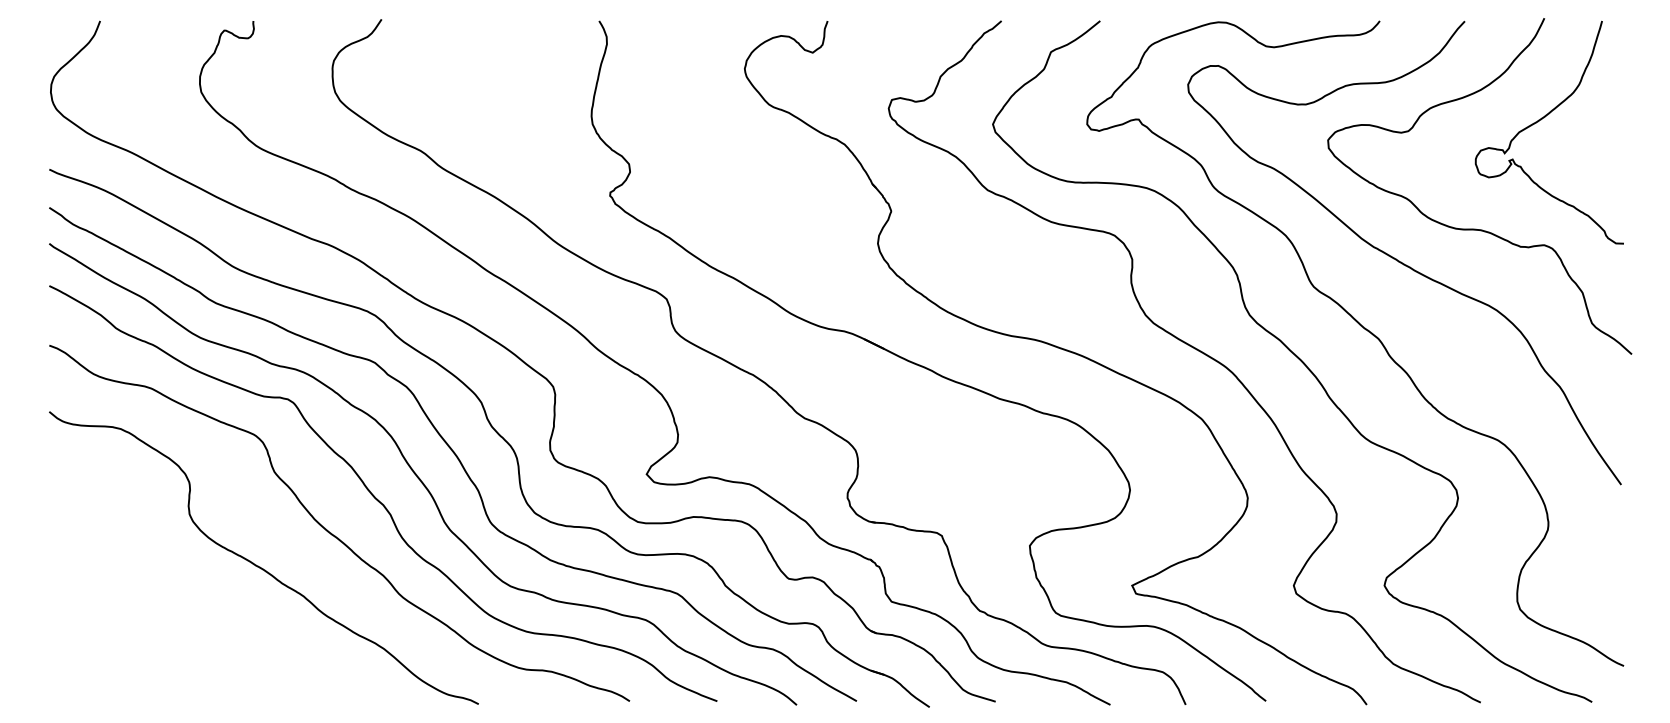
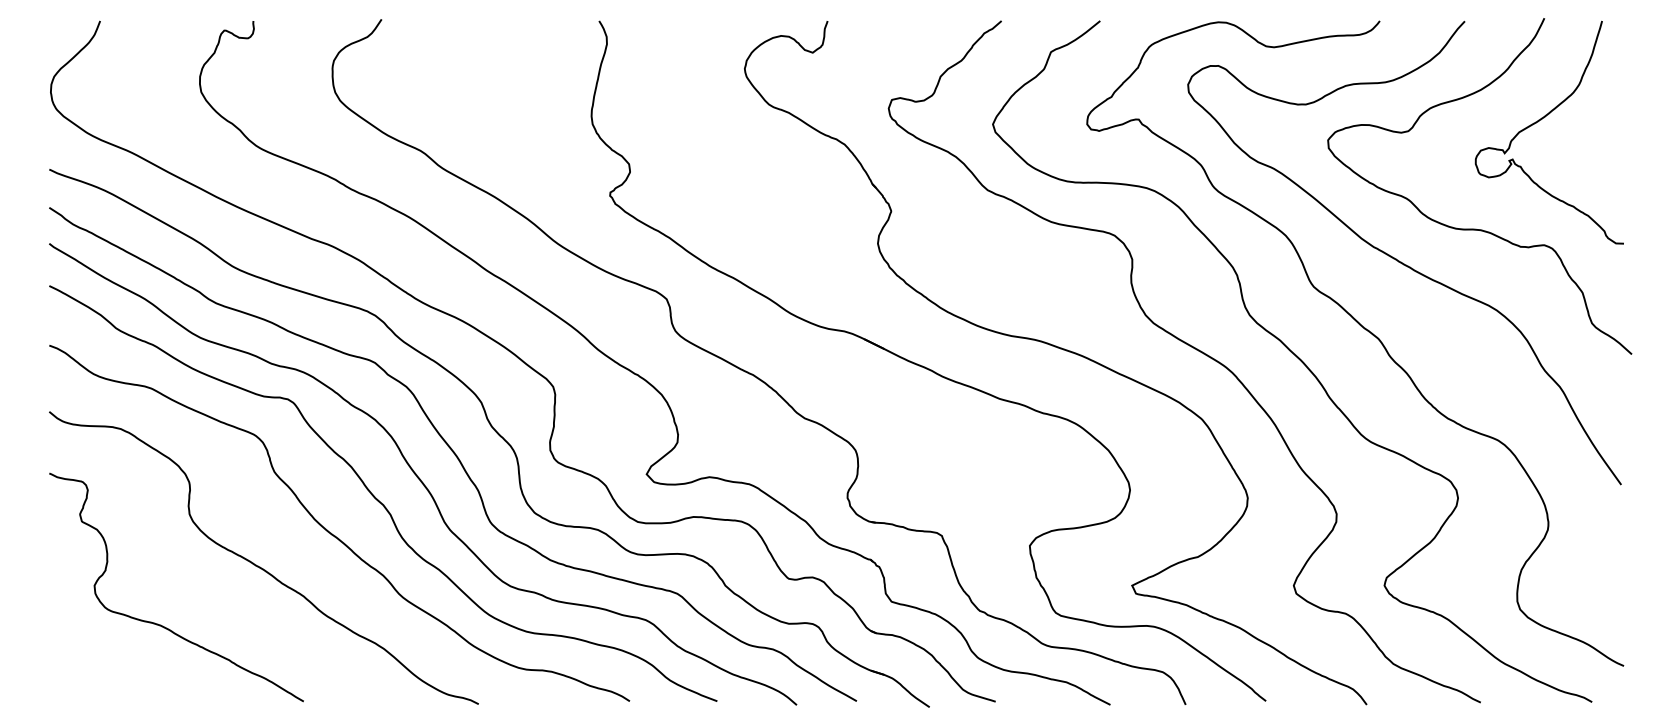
curve at (160, 624): none -> present
